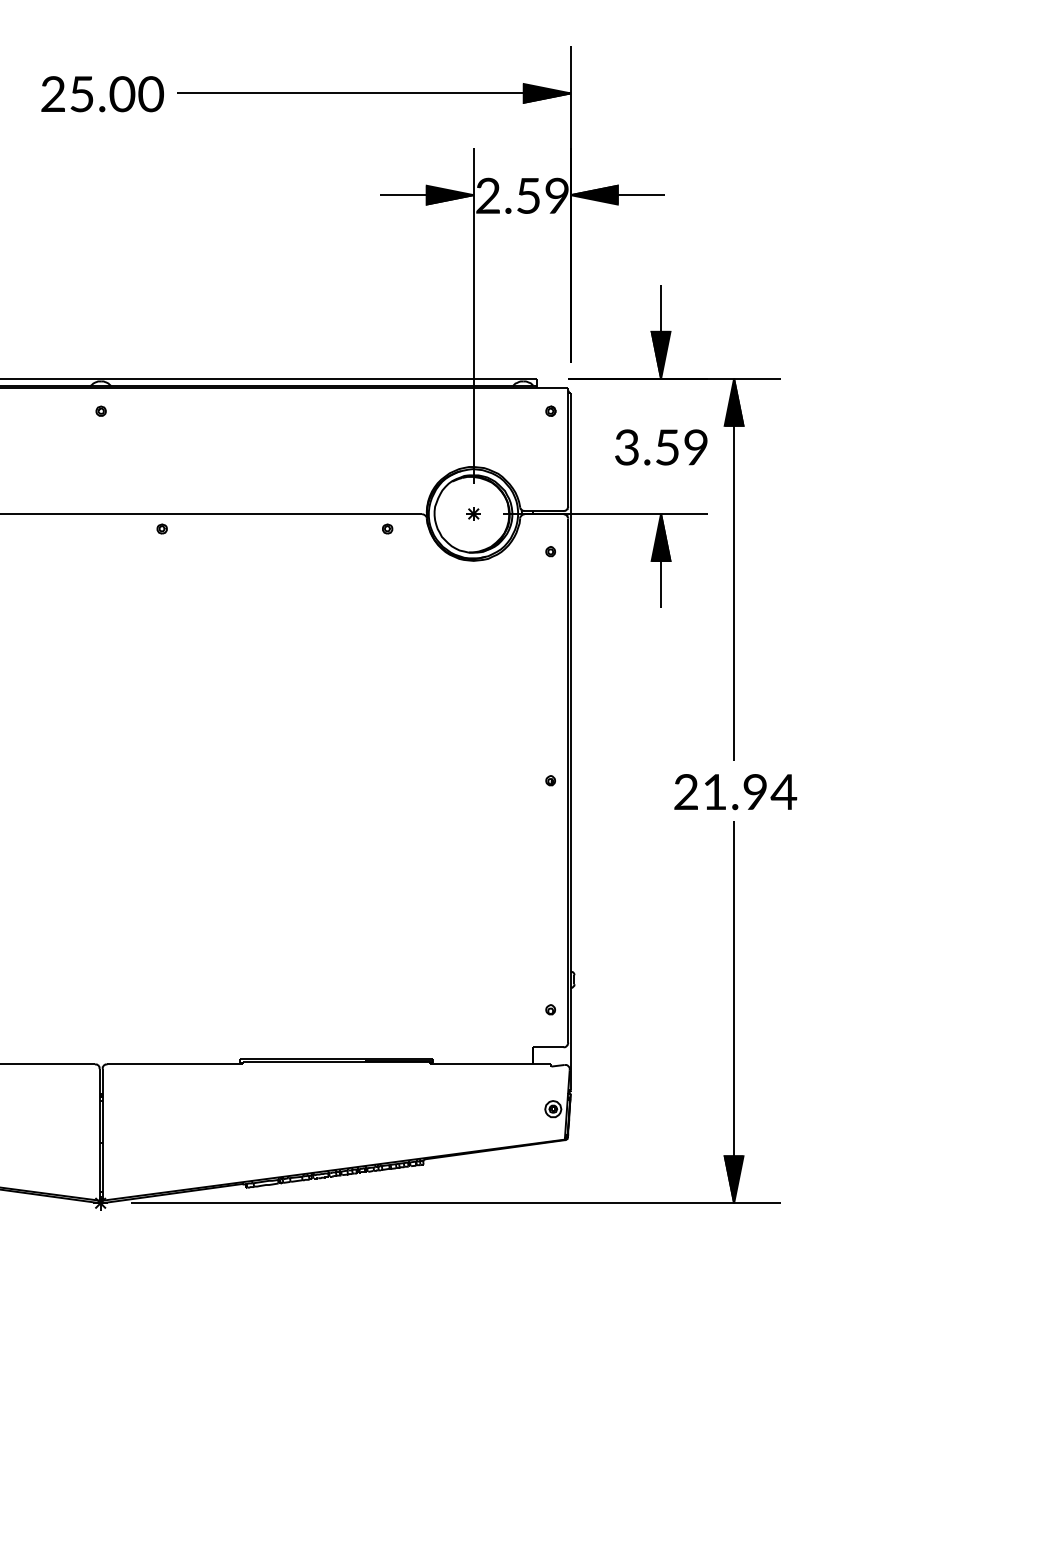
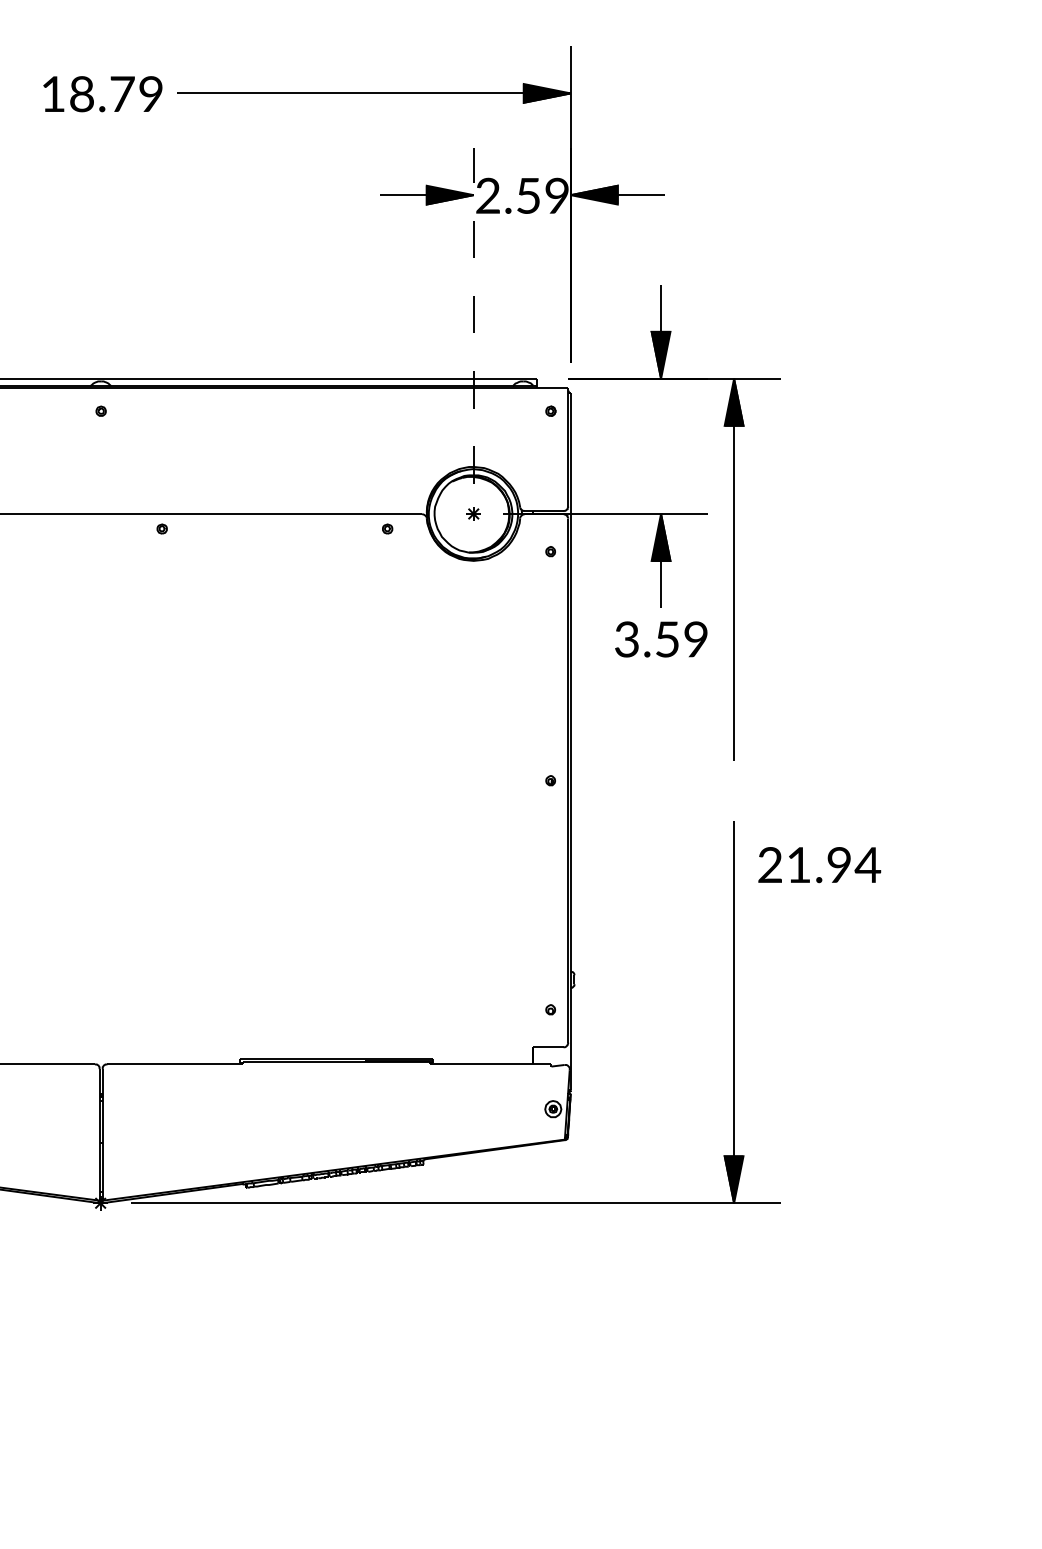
text at (102, 94): 25.00 -> 18.79
line at (473, 315): solid -> dashed
text at (661, 447) position: (661, 447) -> (661, 639)
text at (735, 792) position: (735, 792) -> (819, 865)
